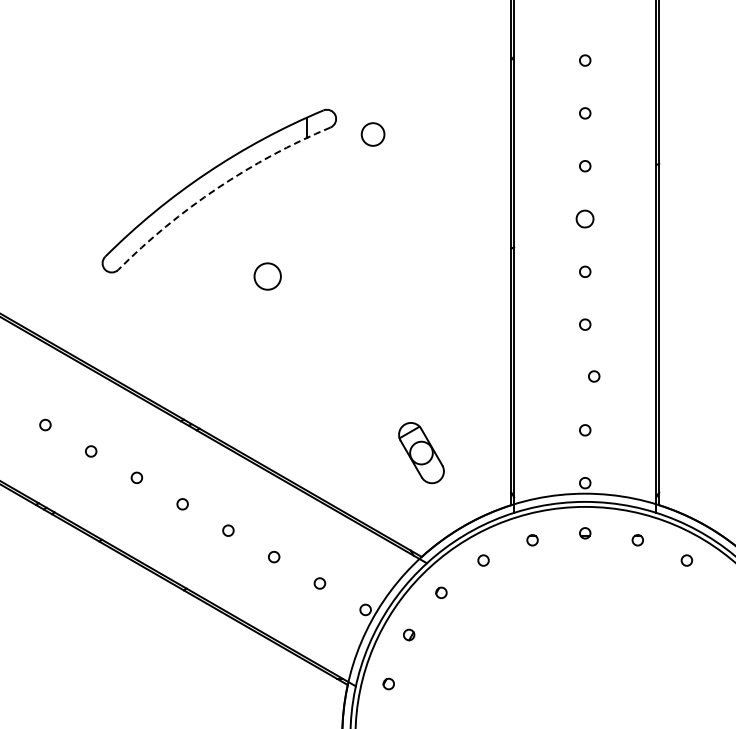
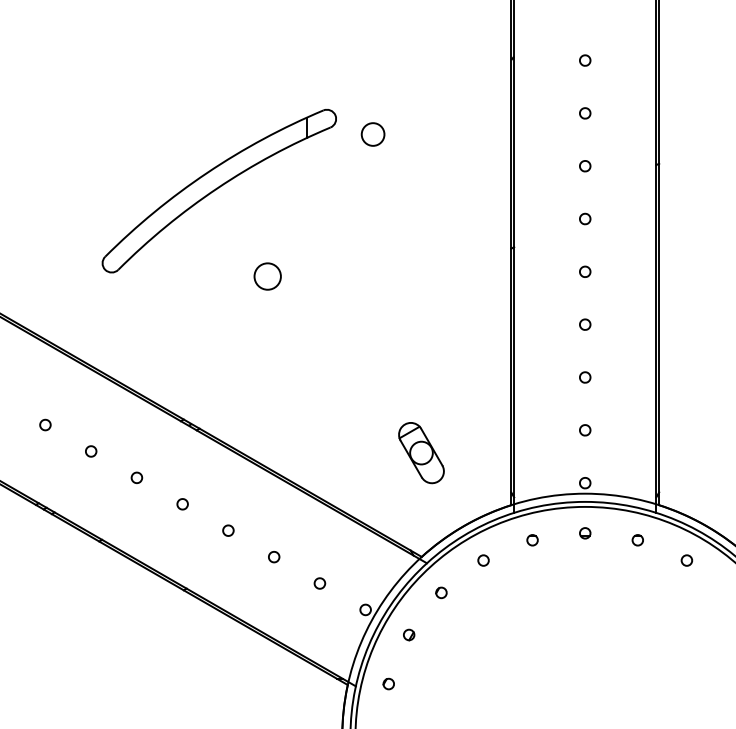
arc at (217, 188): dashed -> solid
part at (584, 218) size: 20x20 px -> 13x14 px
part at (594, 376) position: (594, 376) -> (585, 377)
